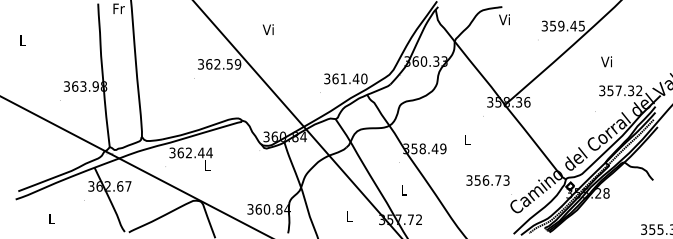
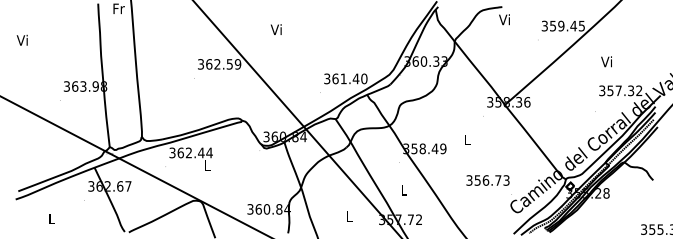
text at (267, 29) position: (267, 29) -> (275, 29)
text at (21, 39): L -> Vi
